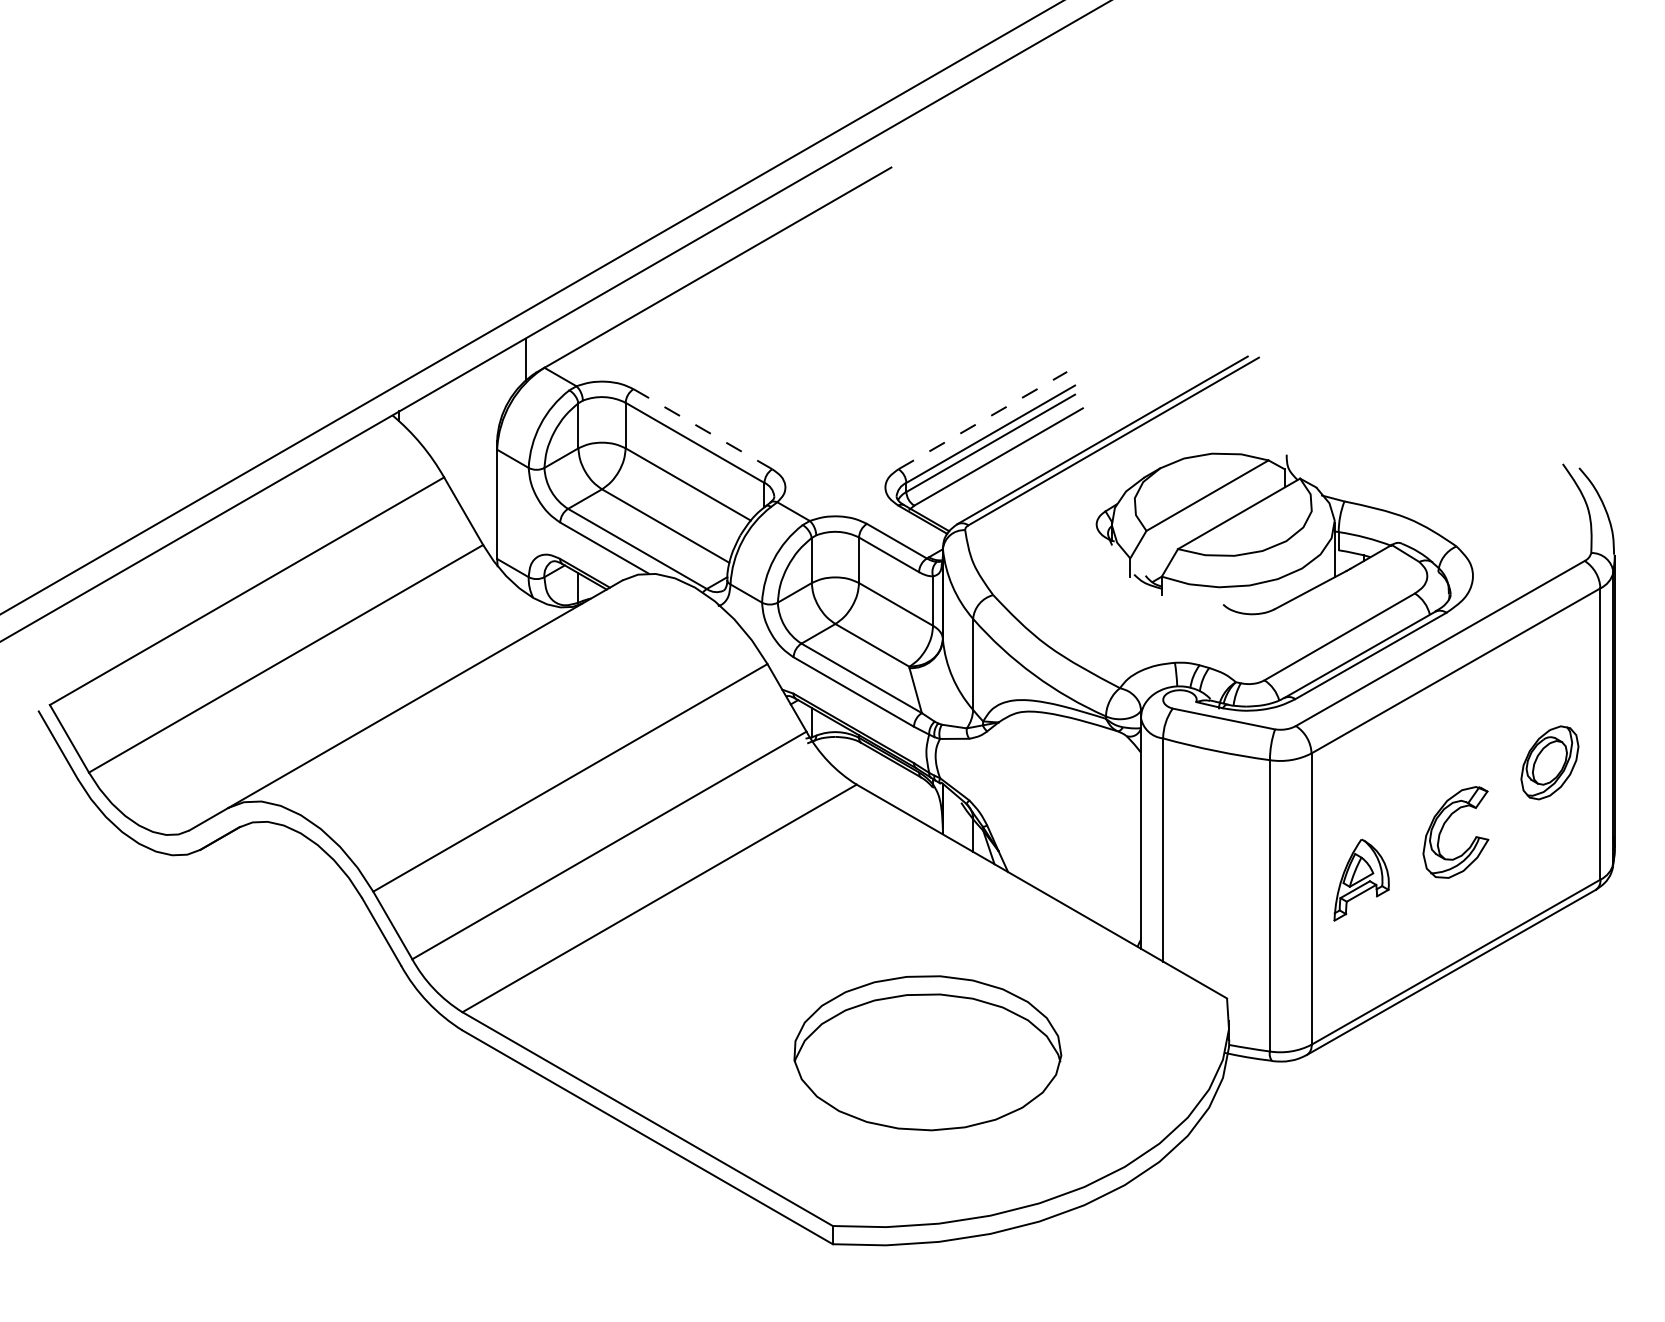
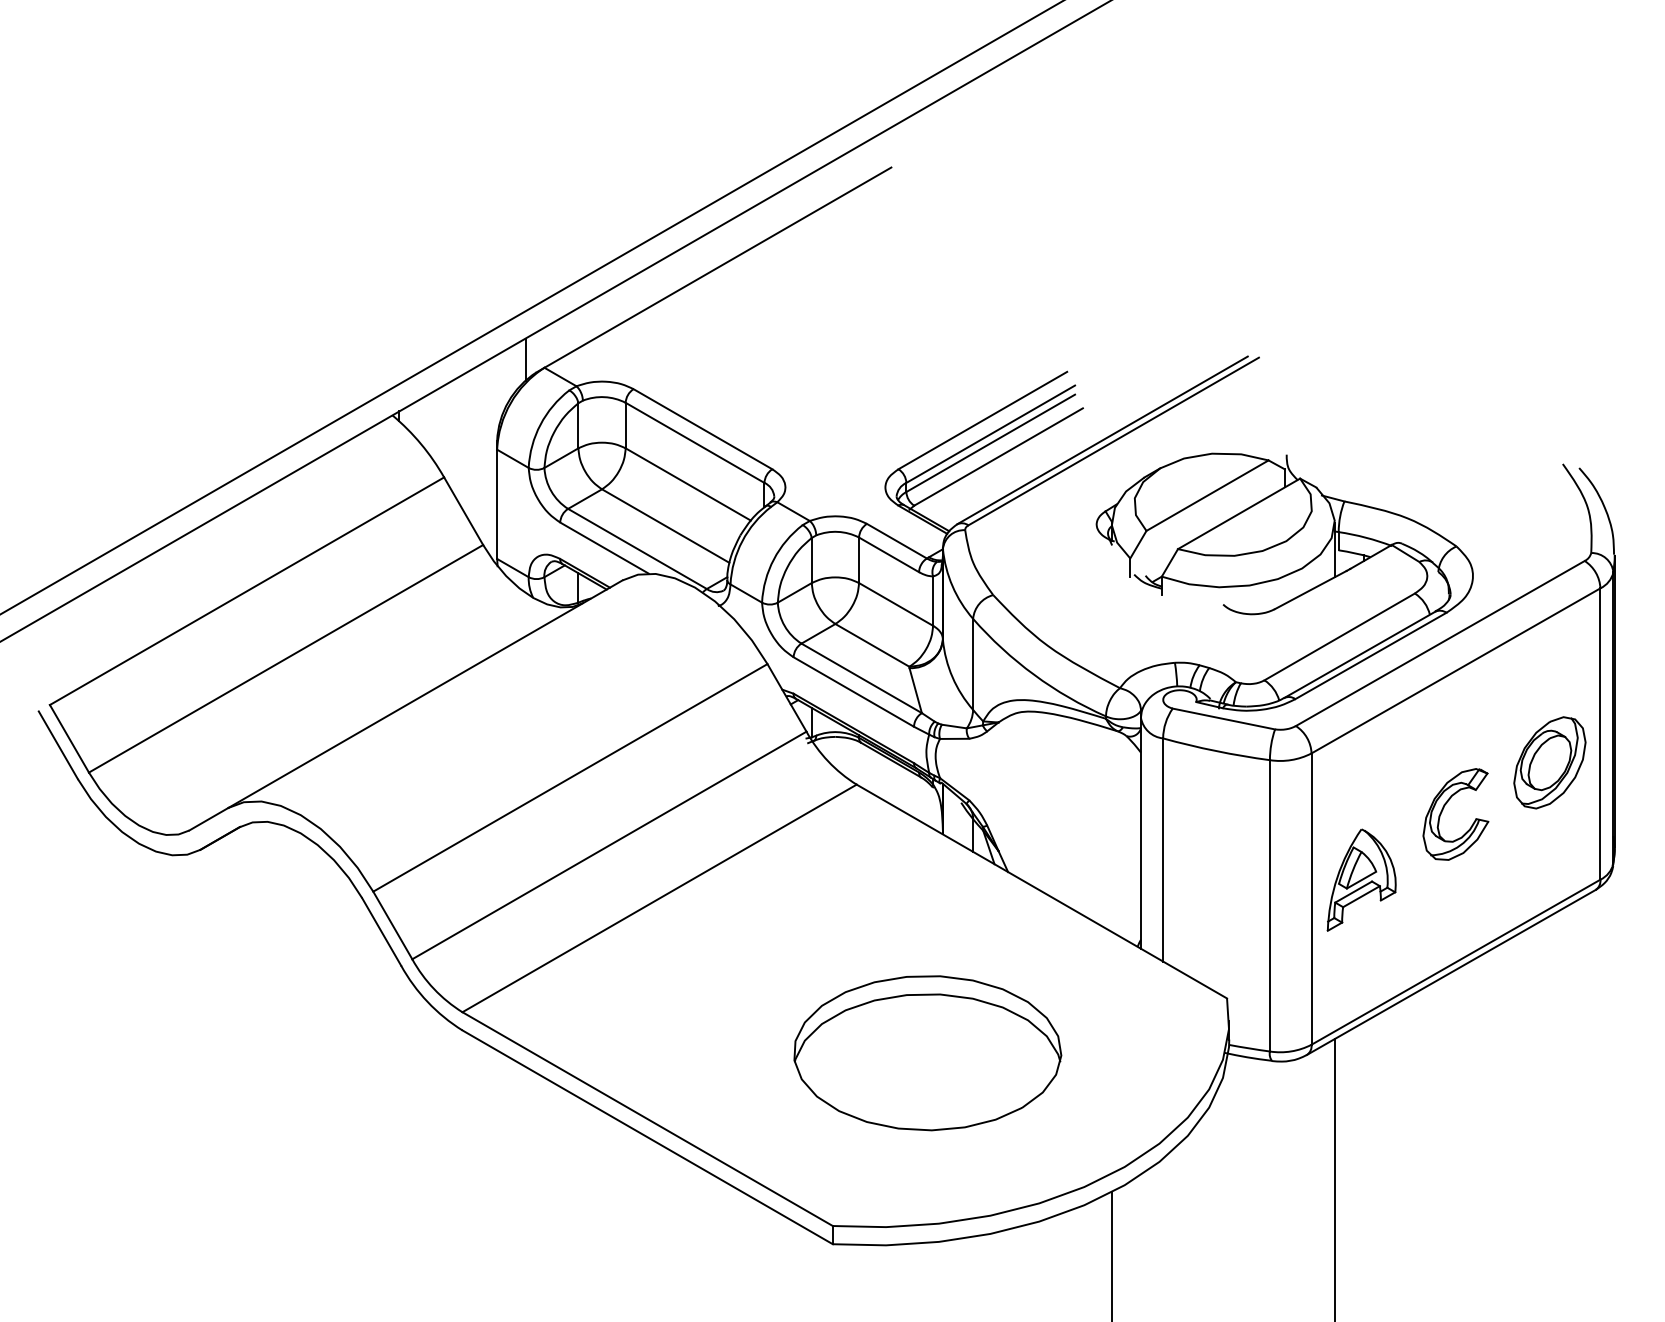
line at (983, 420): dashed -> solid
line at (703, 429): dashed -> solid
part at (1549, 762) size: 60x76 px -> 74x94 px
part at (1443, 828) position: (1443, 828) -> (1443, 810)
part at (1361, 879) size: 57x84 px -> 71x104 px
line at (1334, 1178): none -> present
line at (1111, 1255): none -> present
